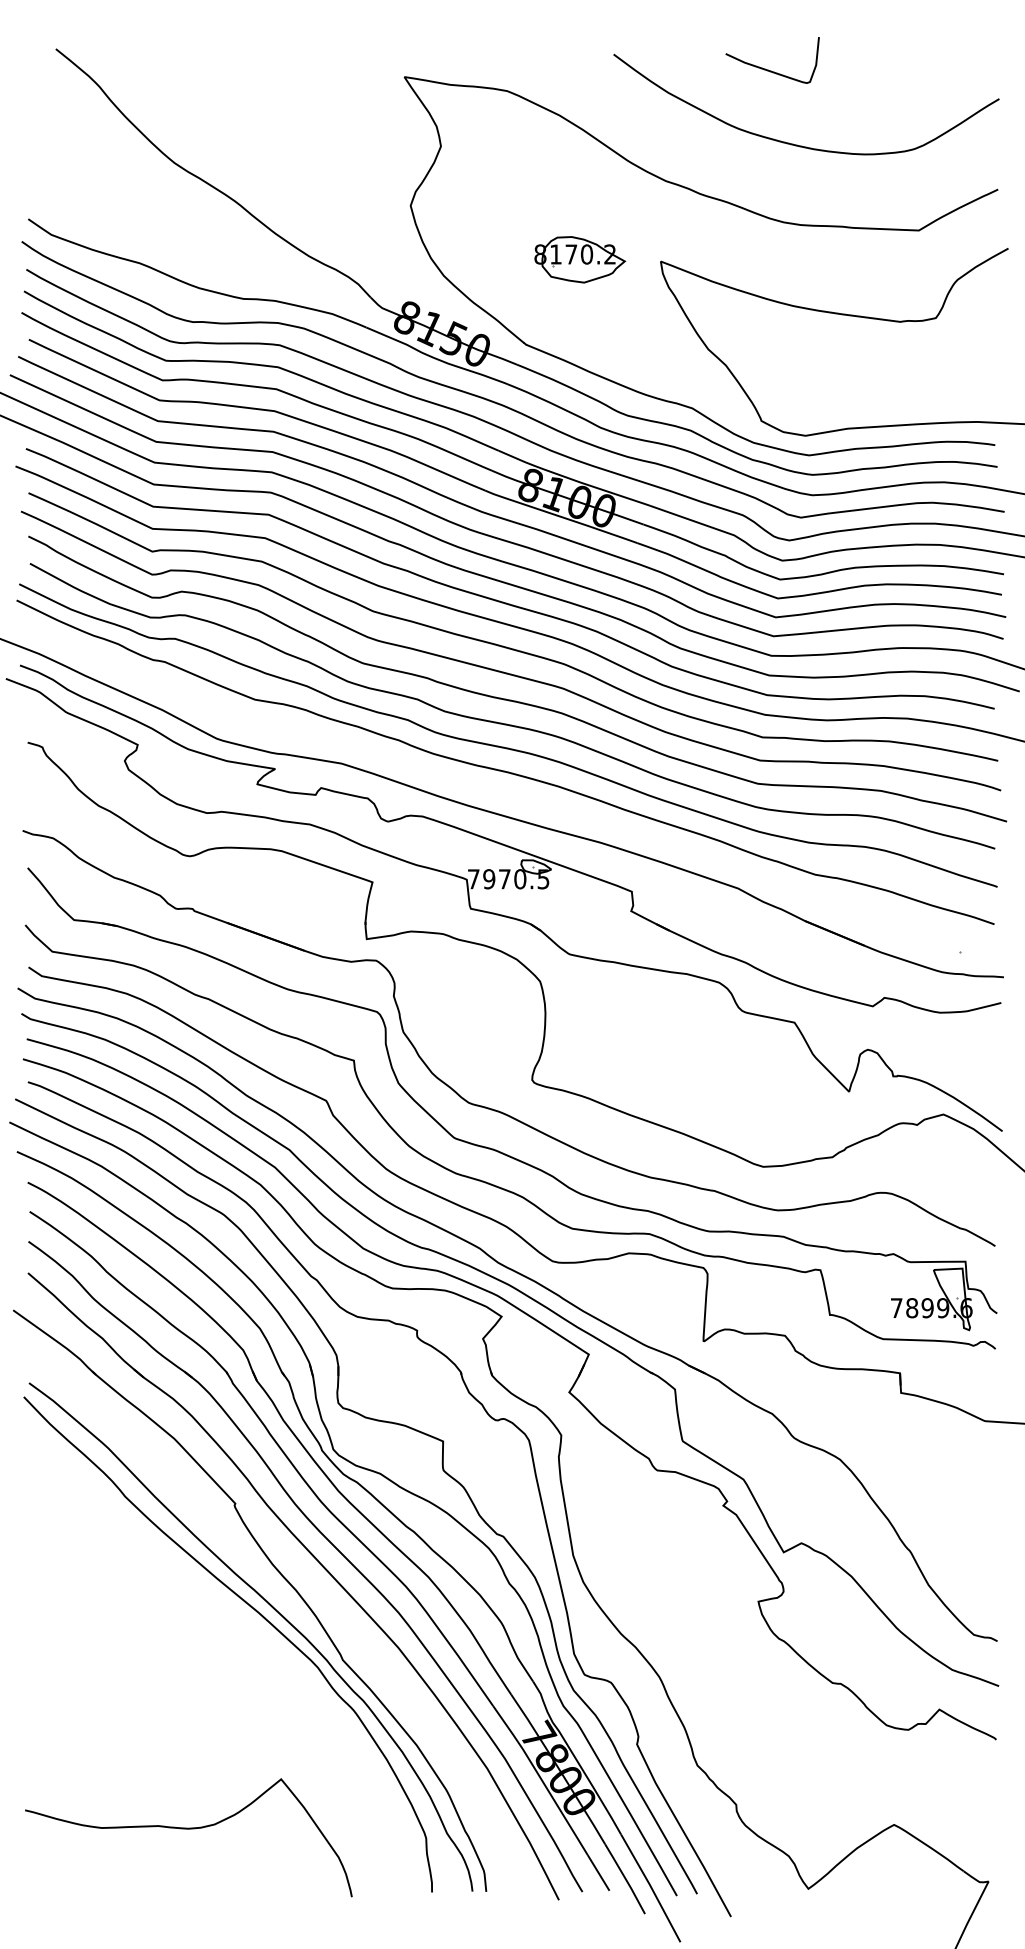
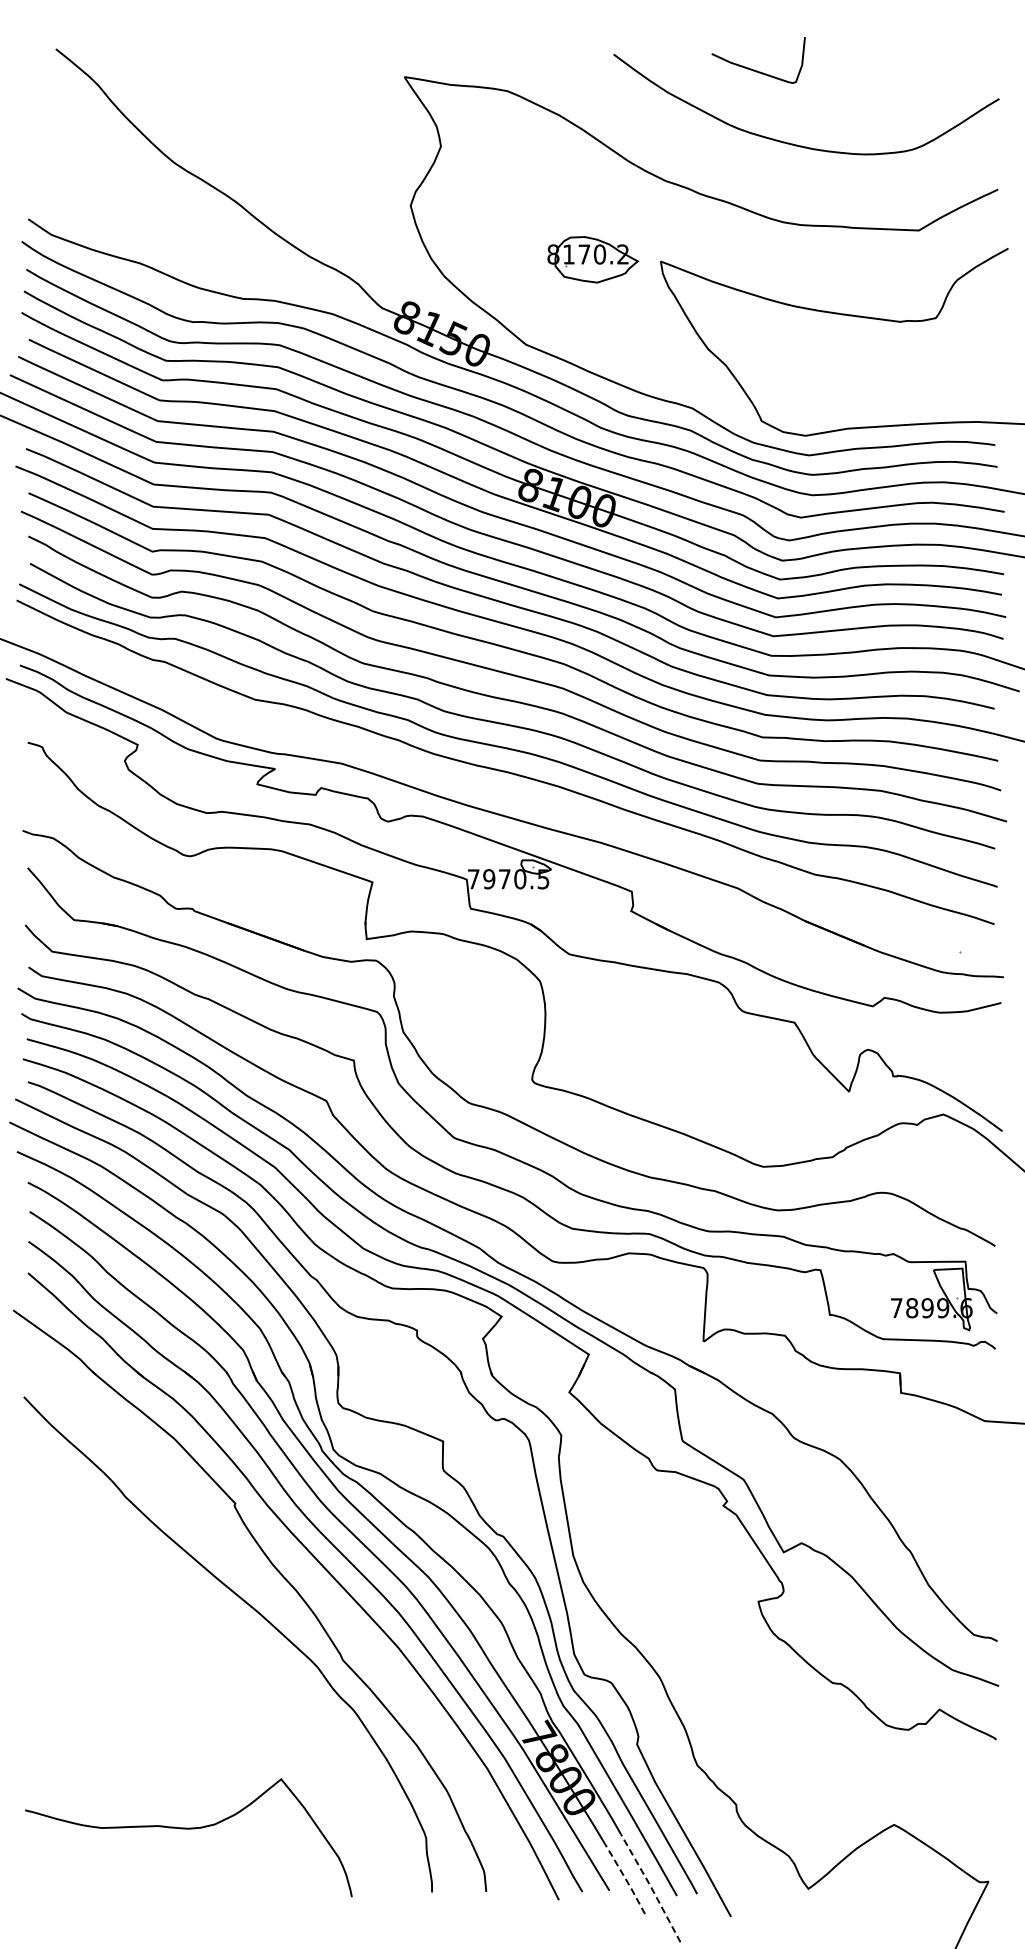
curve at (768, 69) position: (768, 69) -> (754, 69)
part at (580, 259) position: (580, 259) -> (593, 259)
curve at (275, 1611): present -> none
line at (625, 1878): solid -> dashed
line at (651, 1887): solid -> dashed
